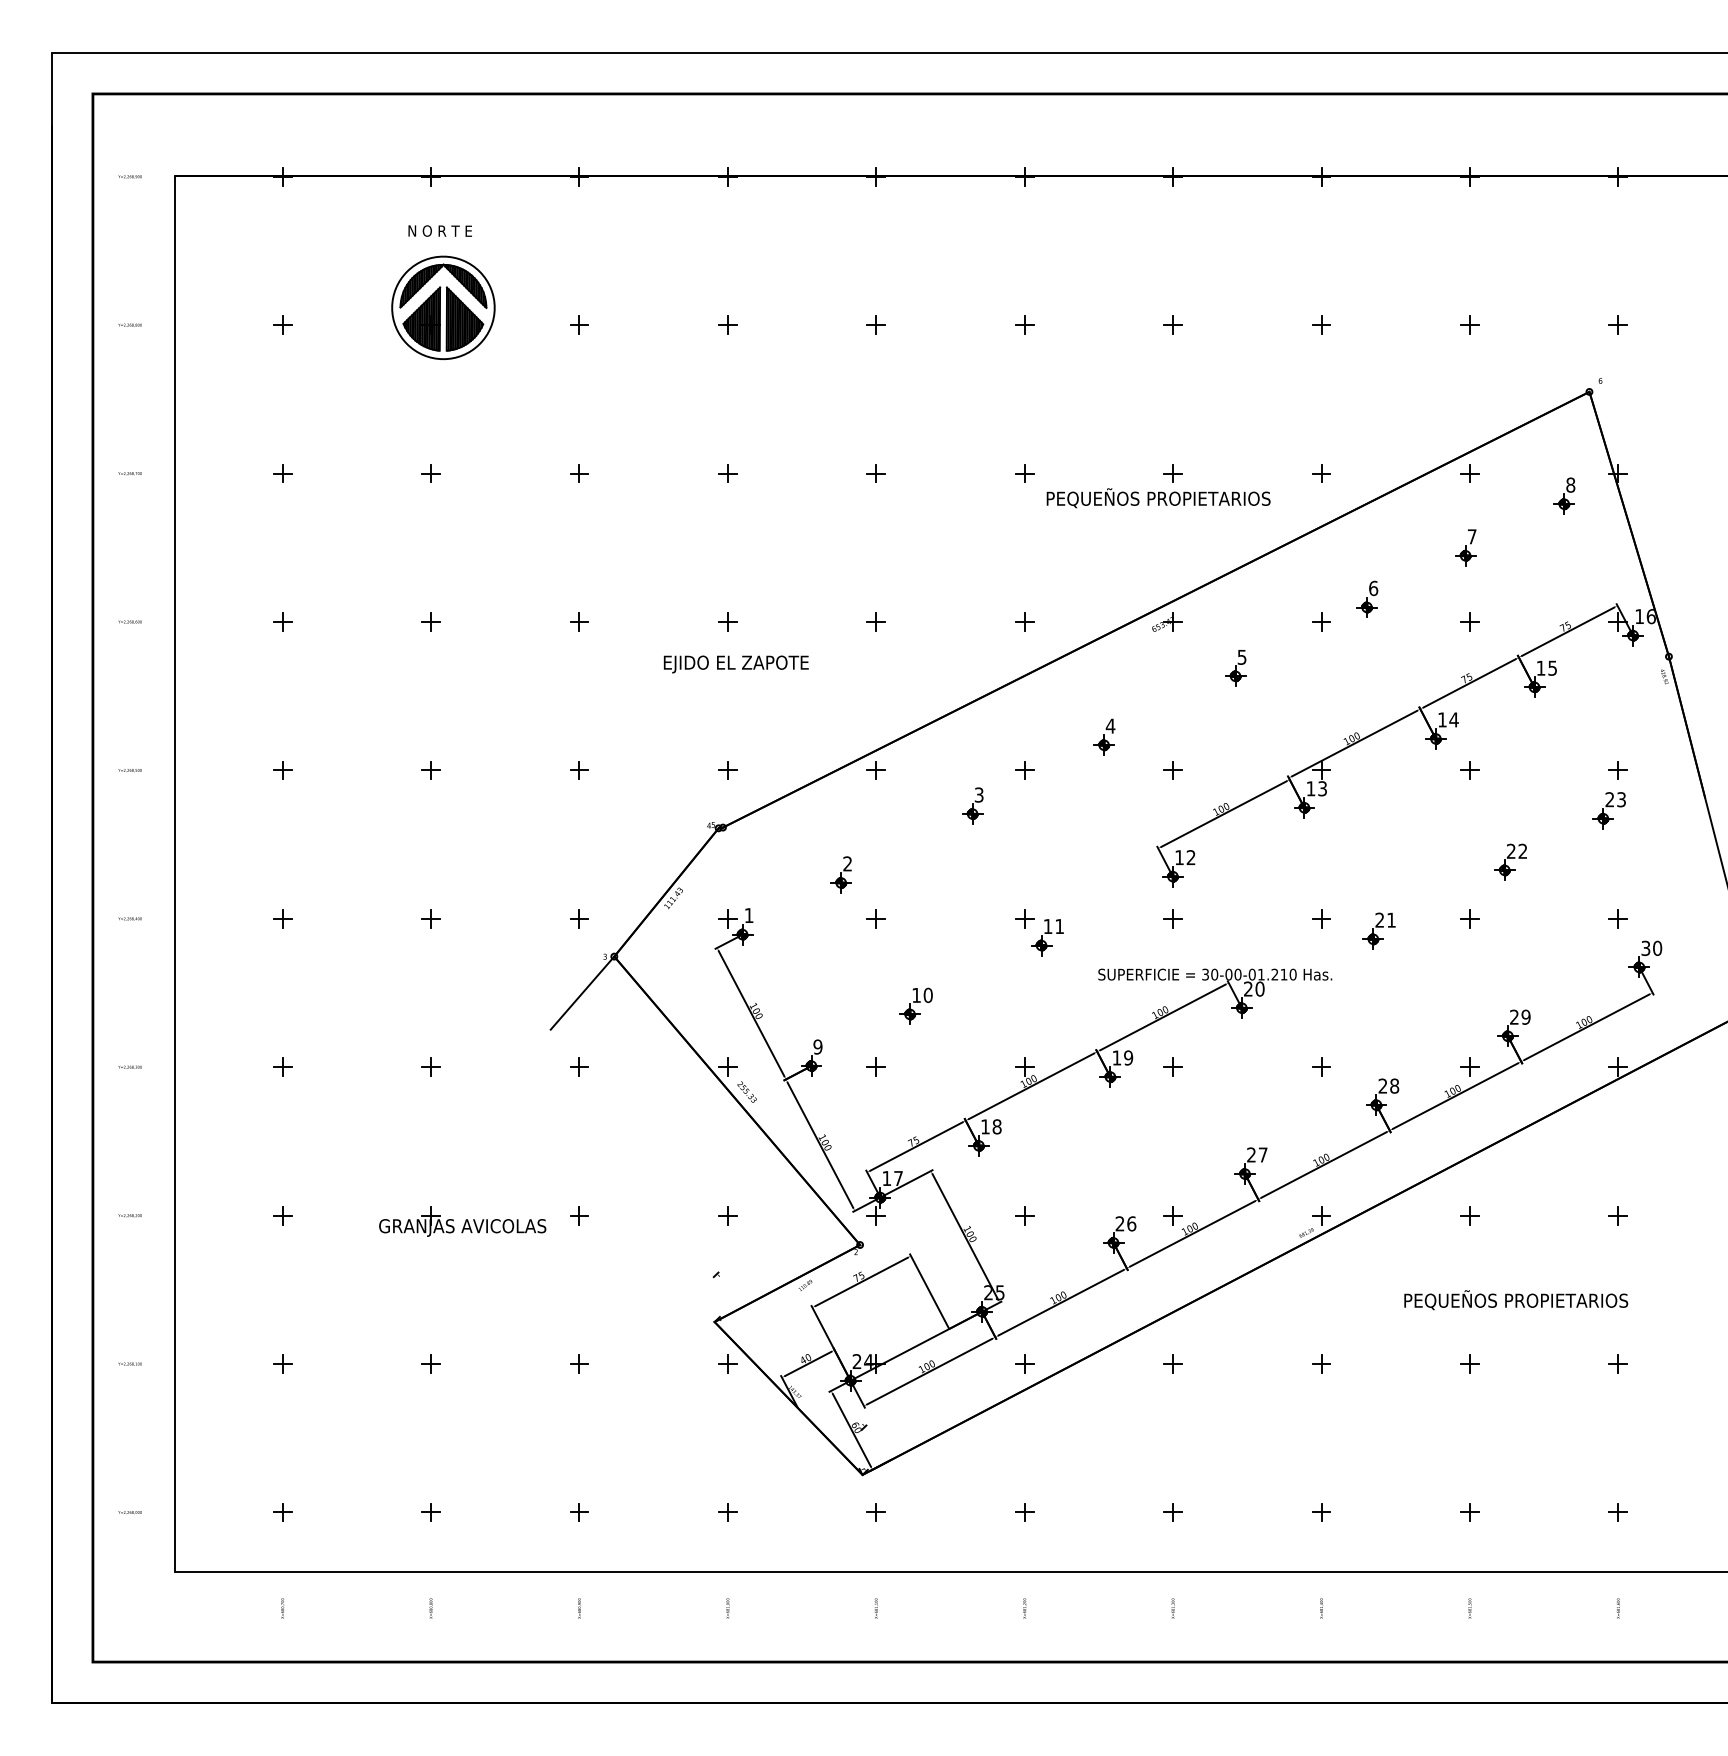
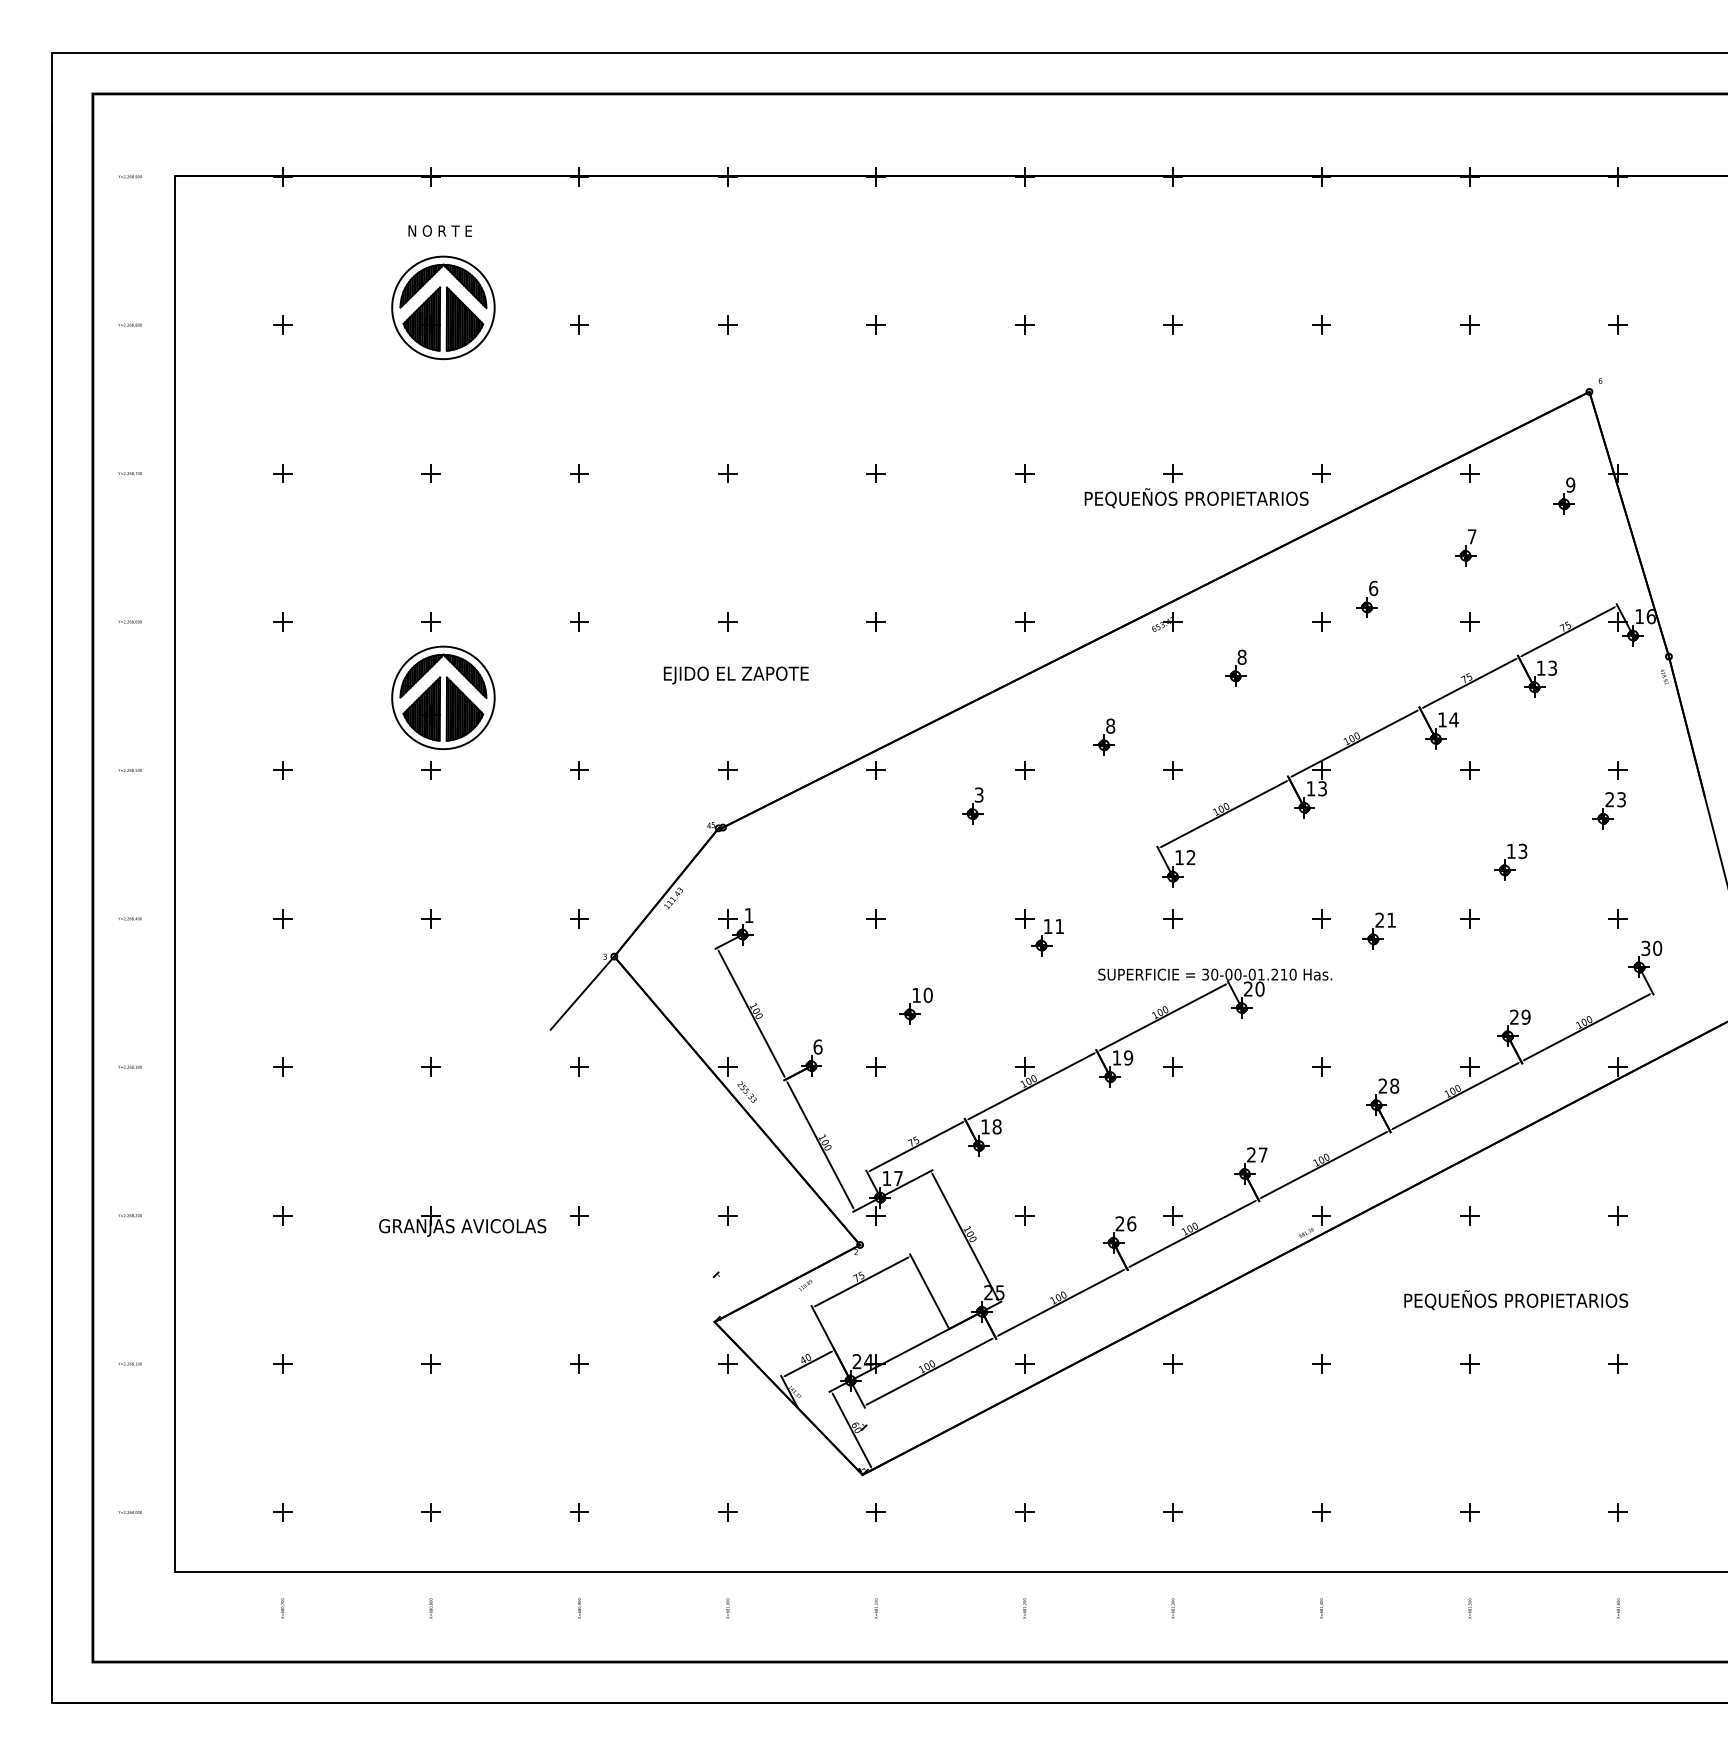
text at (1570, 484): 8 -> 9
text at (1158, 498) position: (1158, 498) -> (1196, 498)
text at (1241, 656): 5 -> 8
text at (735, 664) position: (735, 664) -> (735, 675)
text at (1552, 667): 15 -> 13
part at (443, 697): none -> present
text at (1110, 725): 4 -> 8
text at (1517, 850): 22 -> 13
part at (840, 874): present -> none
text at (817, 1046): 9 -> 6
